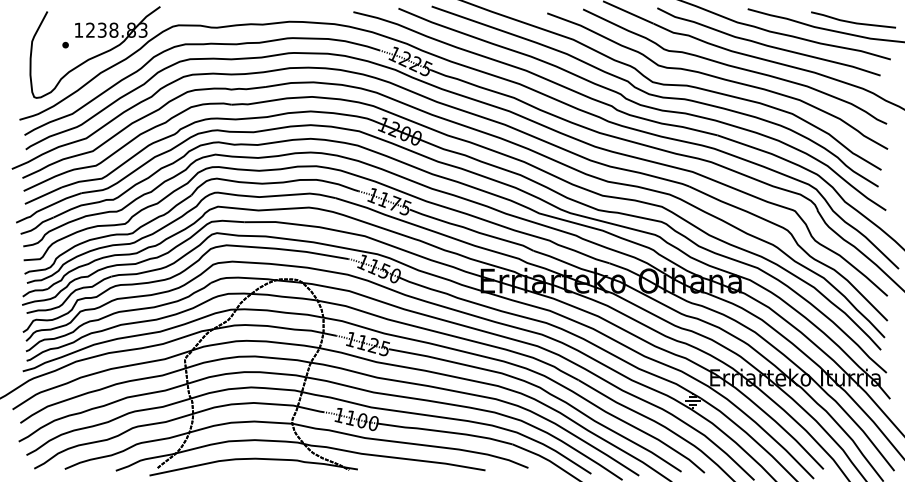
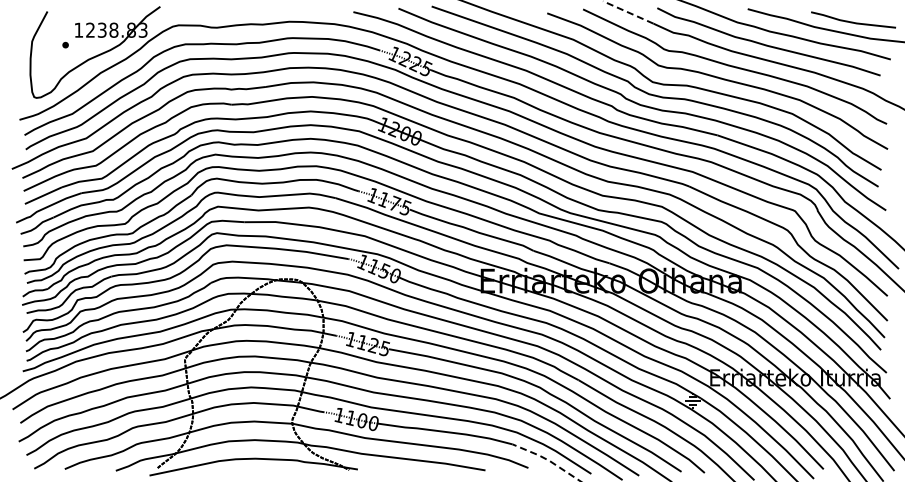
line at (628, 12): solid -> dashed
line at (548, 460): solid -> dashed
